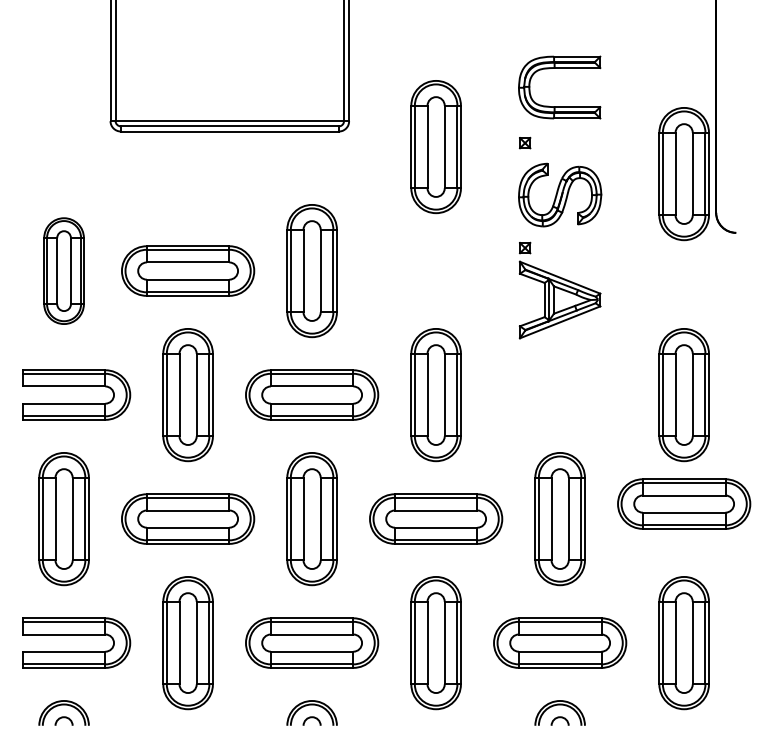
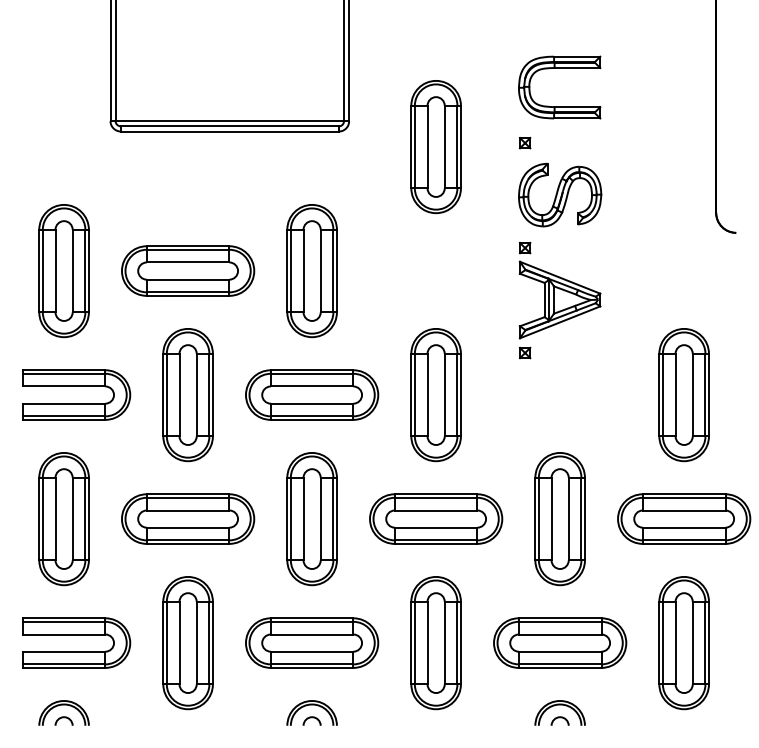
part at (683, 174): present -> none
part at (63, 270) size: 42x108 px -> 52x135 px
part at (525, 352): none -> present
part at (684, 503) position: (684, 503) -> (684, 518)
